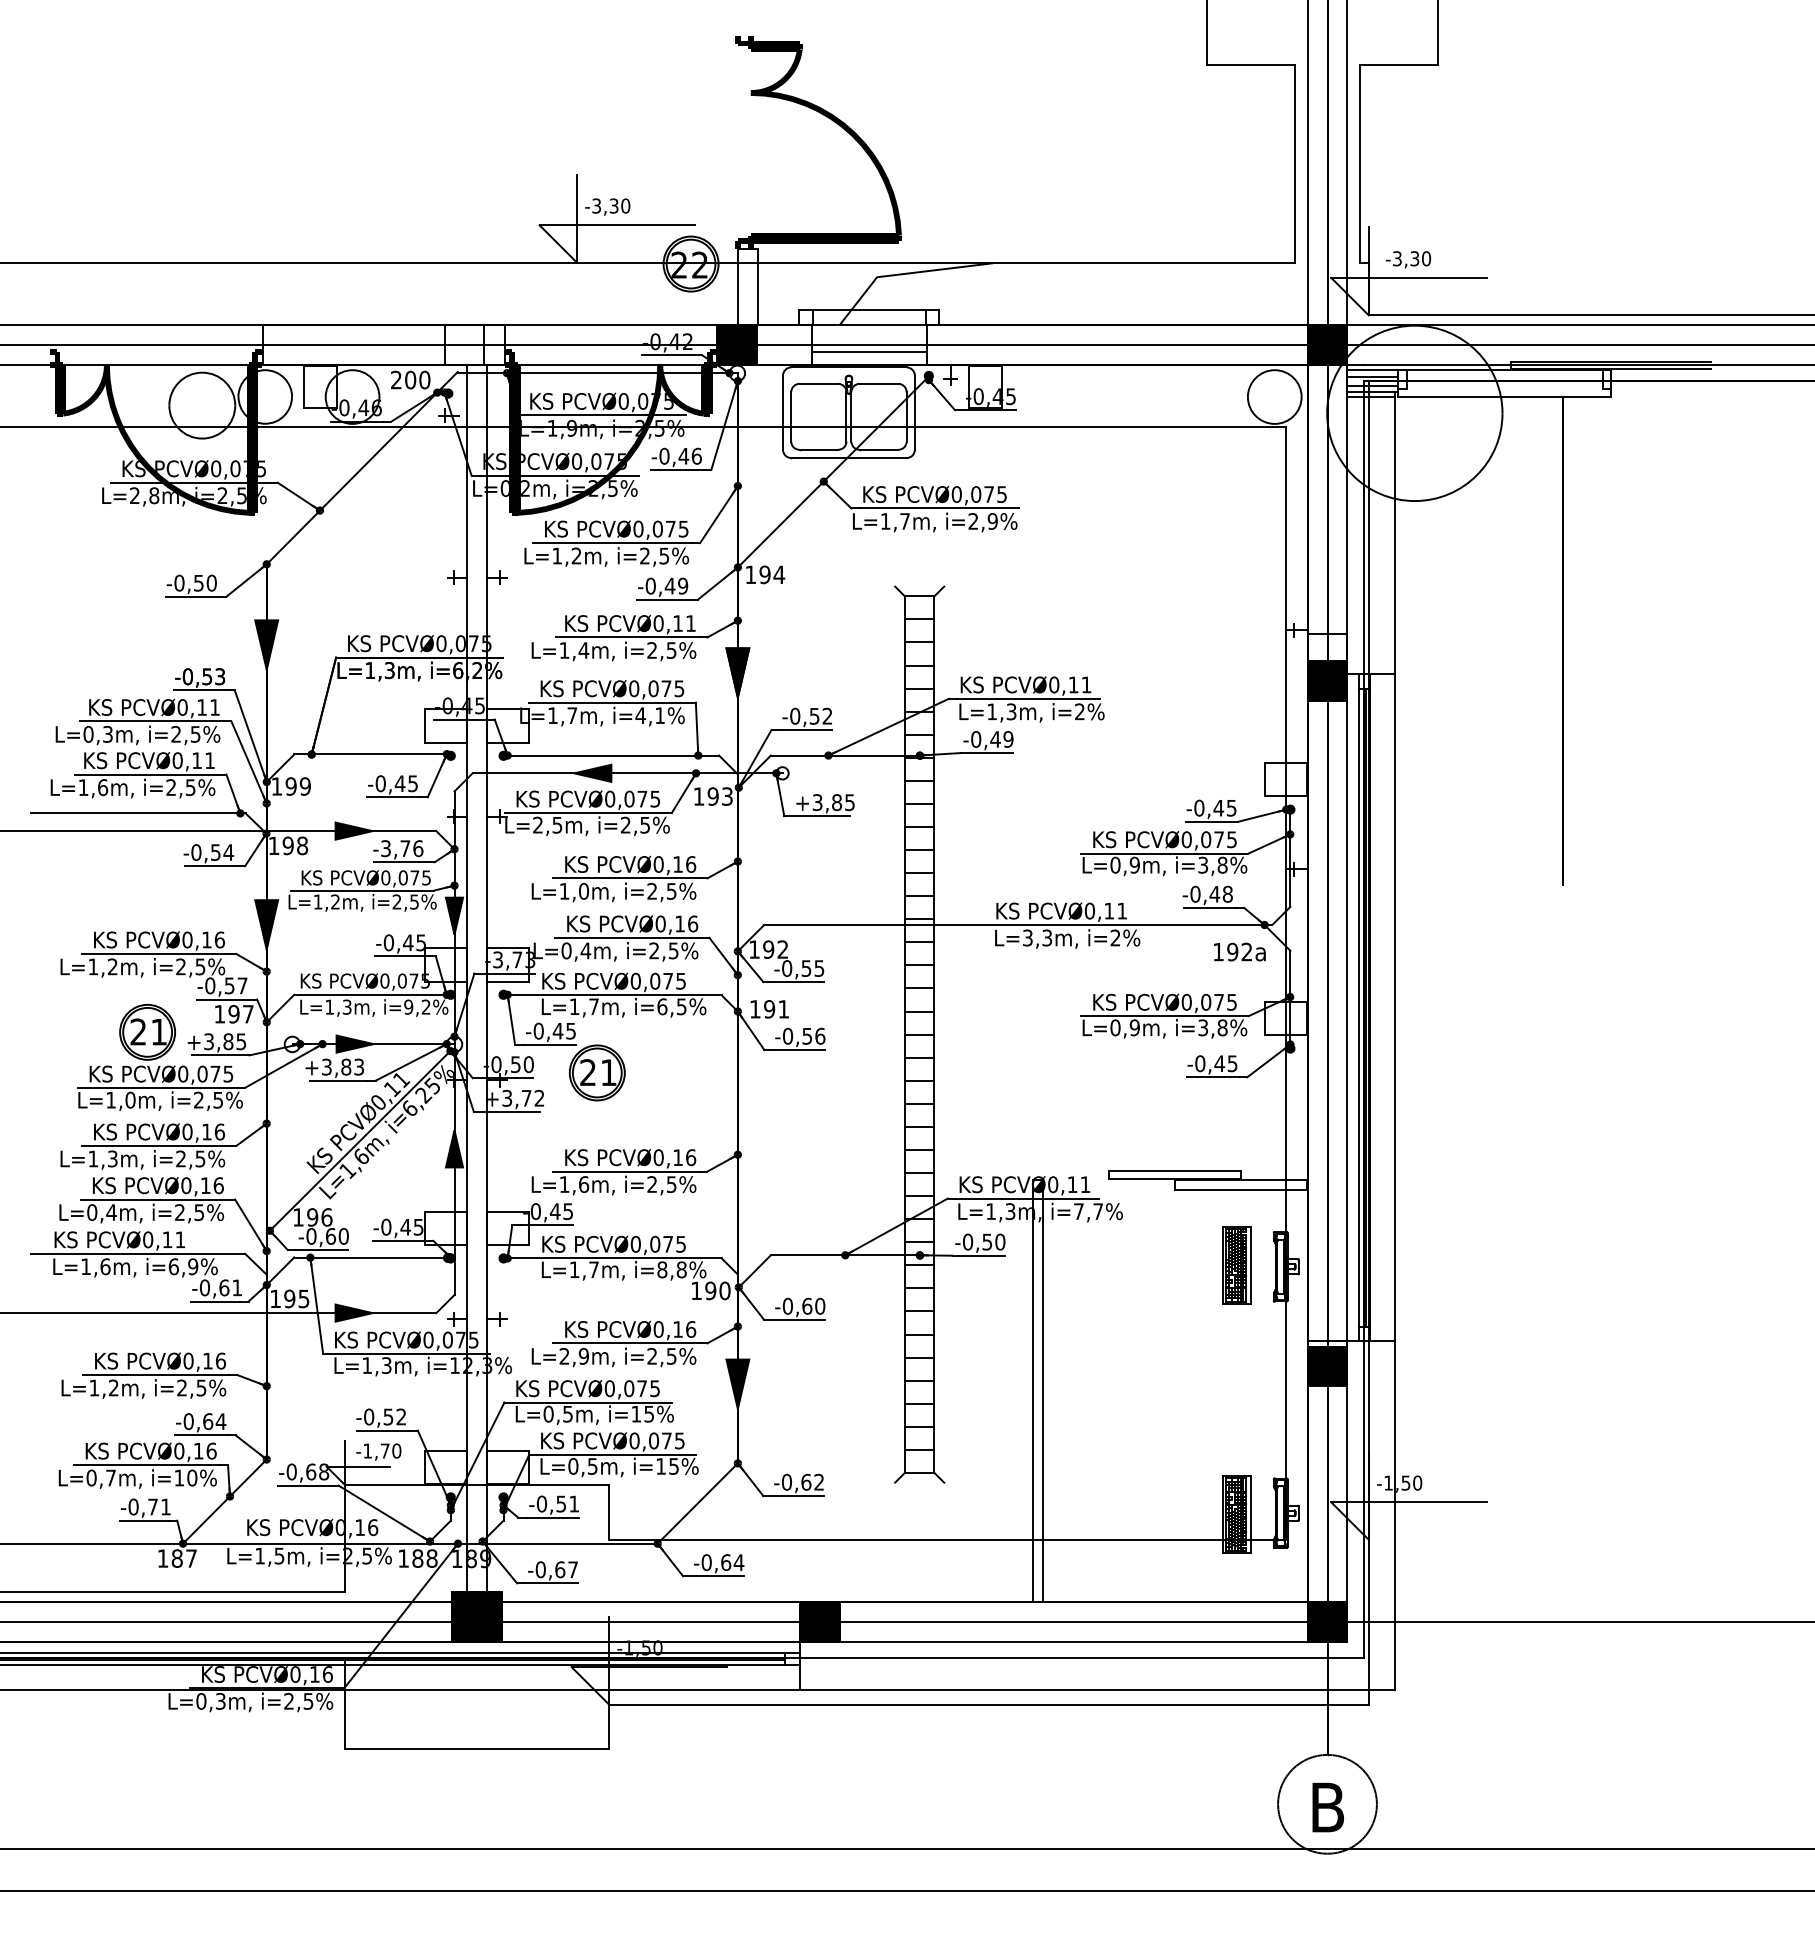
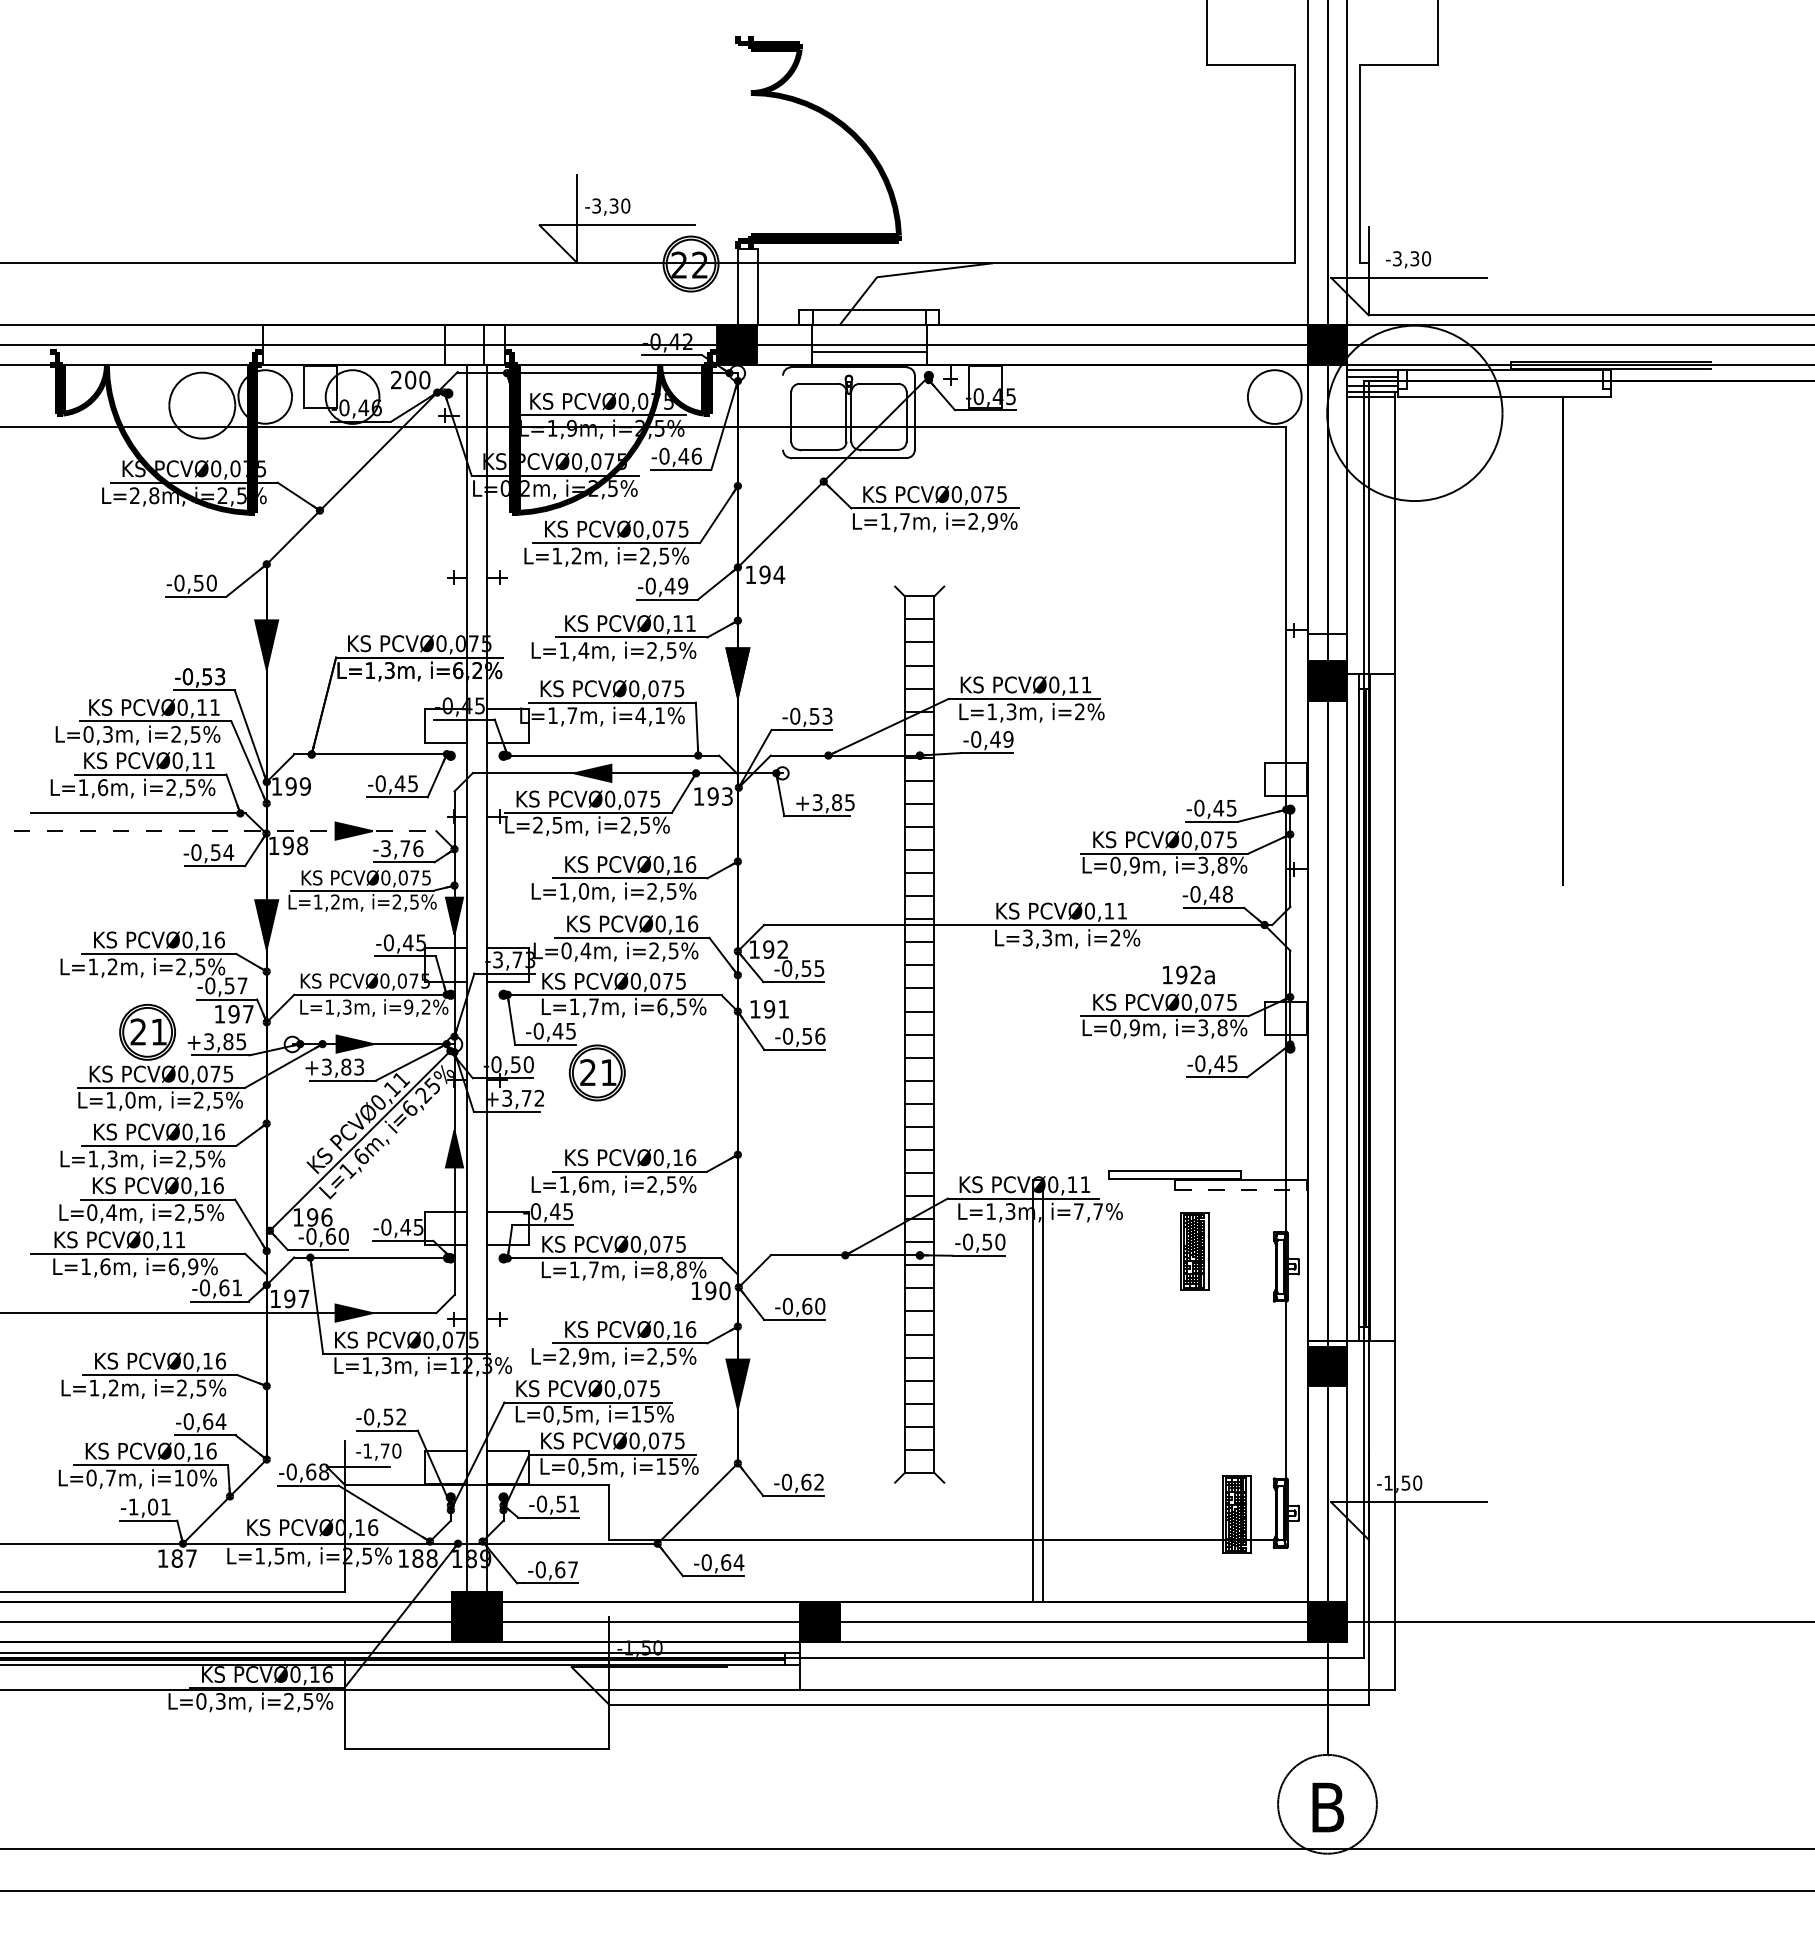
line at (783, 412): present -> none
text at (827, 716): -0,52 -> -0,53
line at (218, 831): solid -> dashed
text at (1239, 951) position: (1239, 951) -> (1188, 974)
line at (1240, 1189): solid -> dashed
part at (1236, 1265) position: (1236, 1265) -> (1194, 1251)
text at (303, 1299): 195 -> 197
text at (143, 1506): -0,71 -> -1,01
